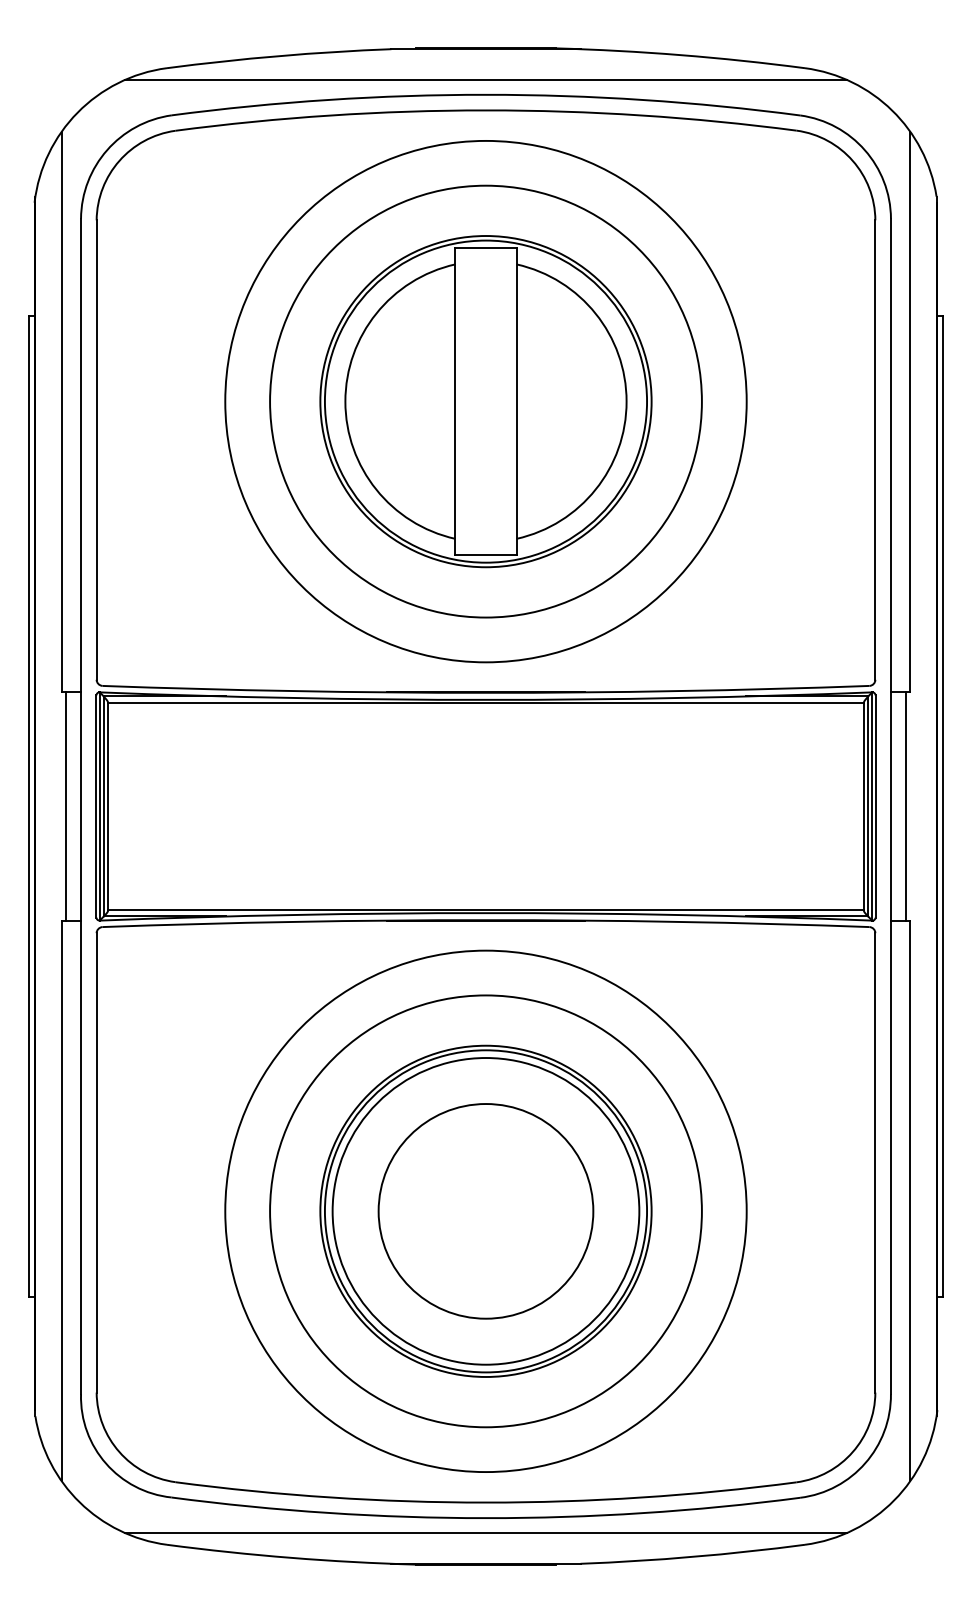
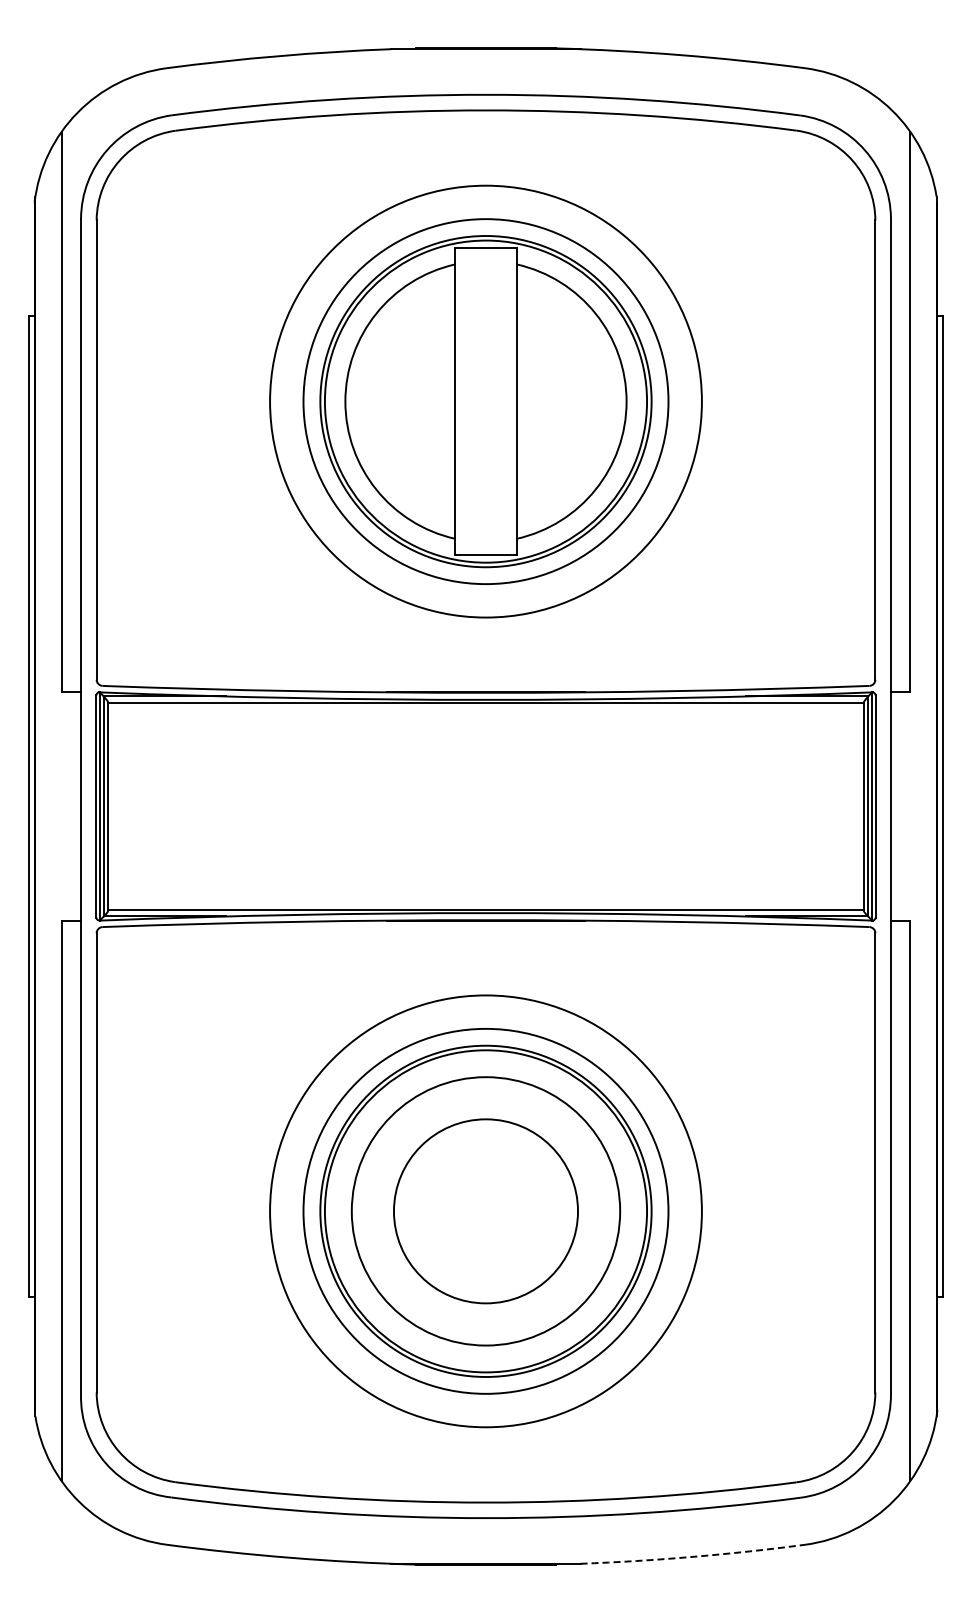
line at (485, 79): present -> none
circle at (485, 401) diameter: 521 px -> 365 px
line at (66, 806): present -> none
line at (905, 806): present -> none
circle at (485, 1211) diameter: 215 px -> 268 px
circle at (485, 1211) diameter: 307 px -> 184 px
circle at (485, 1211) diameter: 521 px -> 365 px
line at (485, 1533): present -> none
arc at (692, 1556): solid -> dashed
